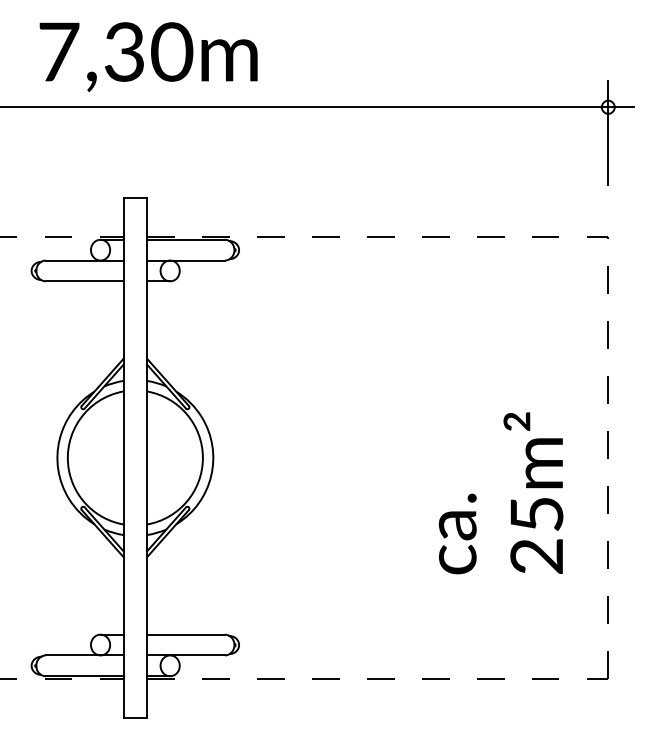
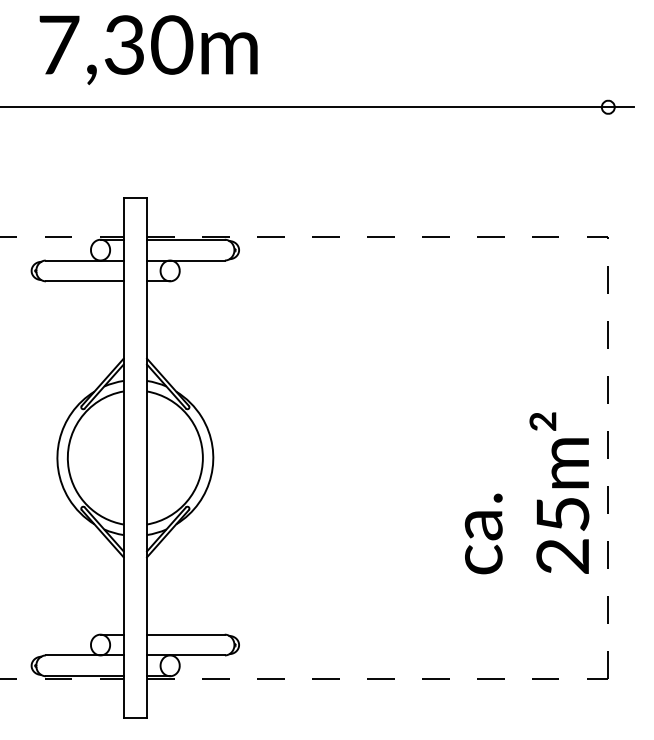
text at (148, 56) position: (148, 56) -> (148, 49)
line at (608, 133): present -> none
text at (500, 493) position: (500, 493) -> (526, 493)
